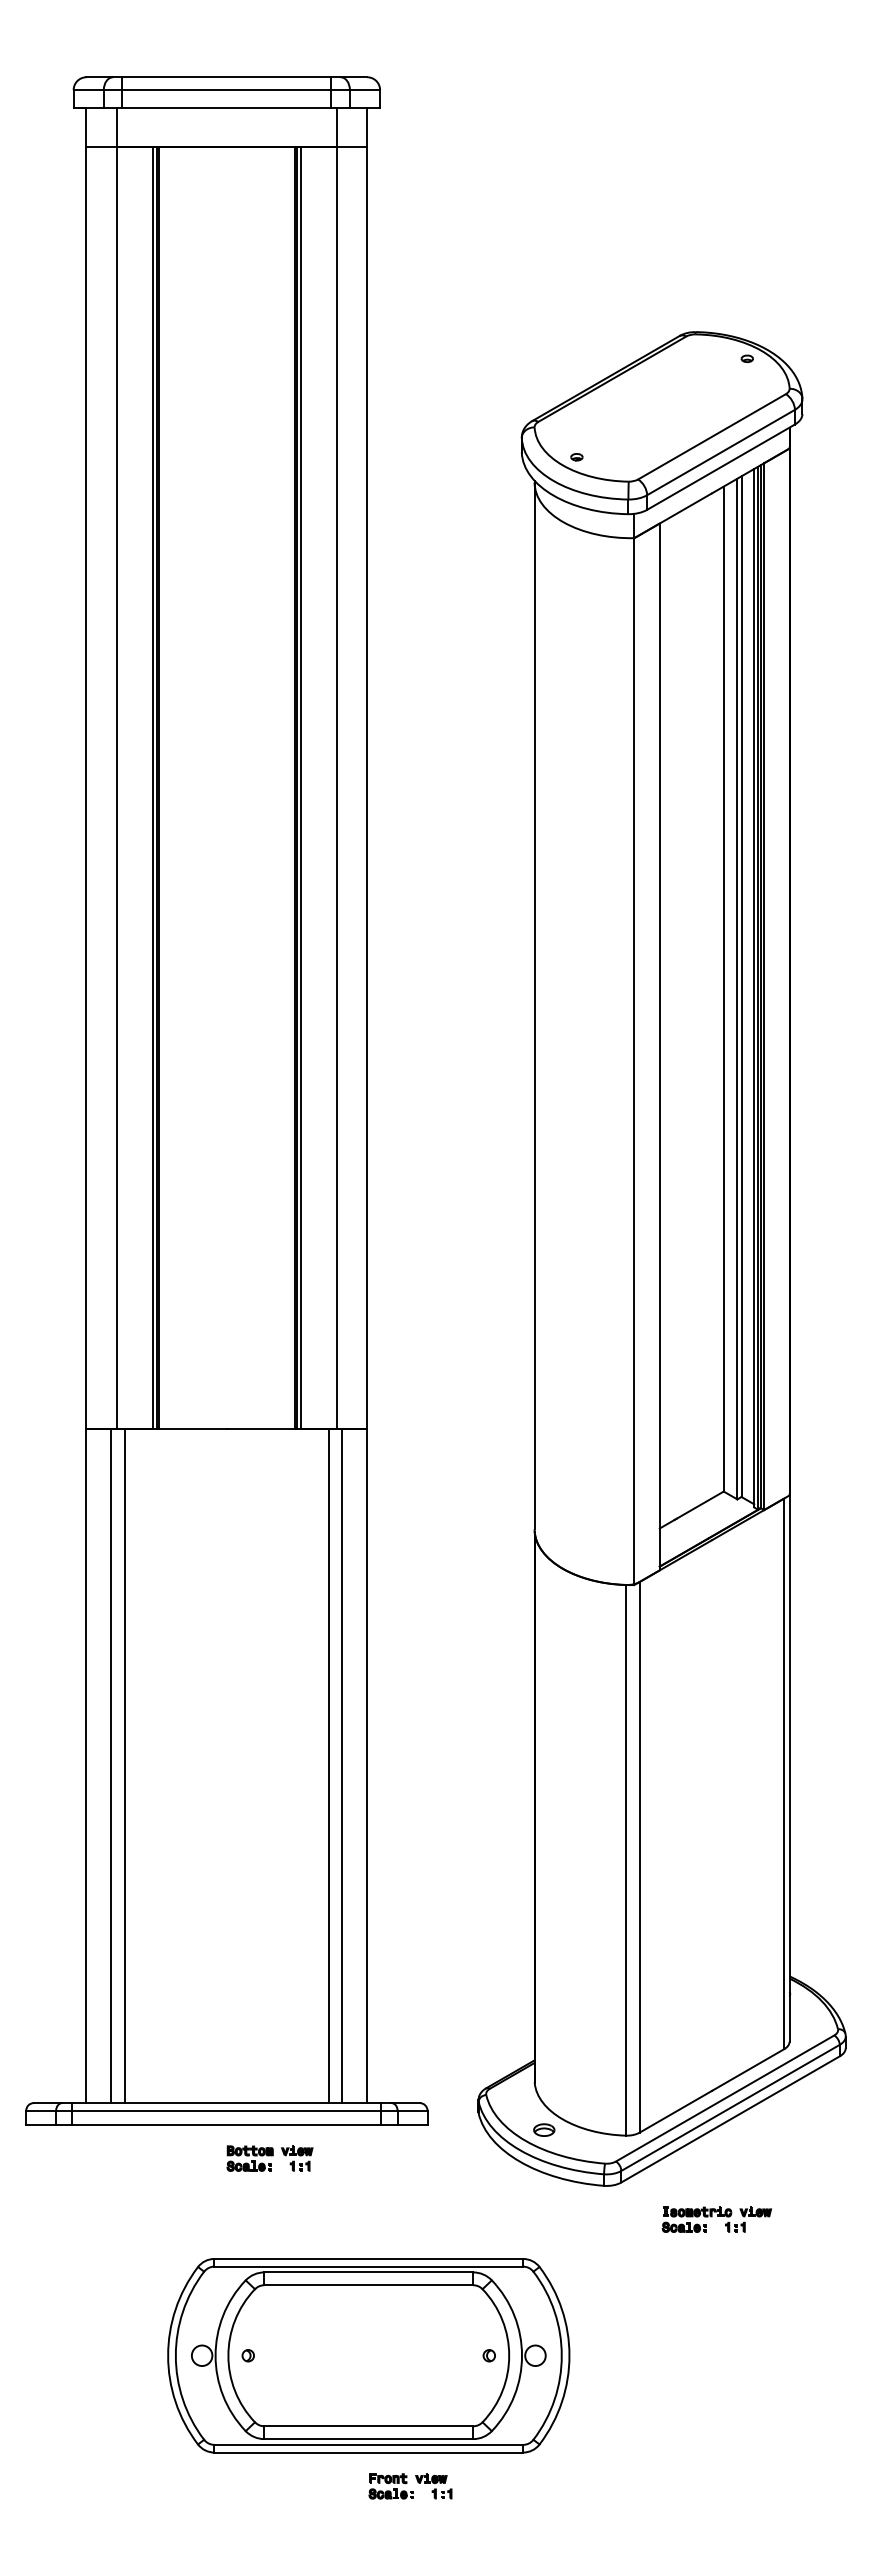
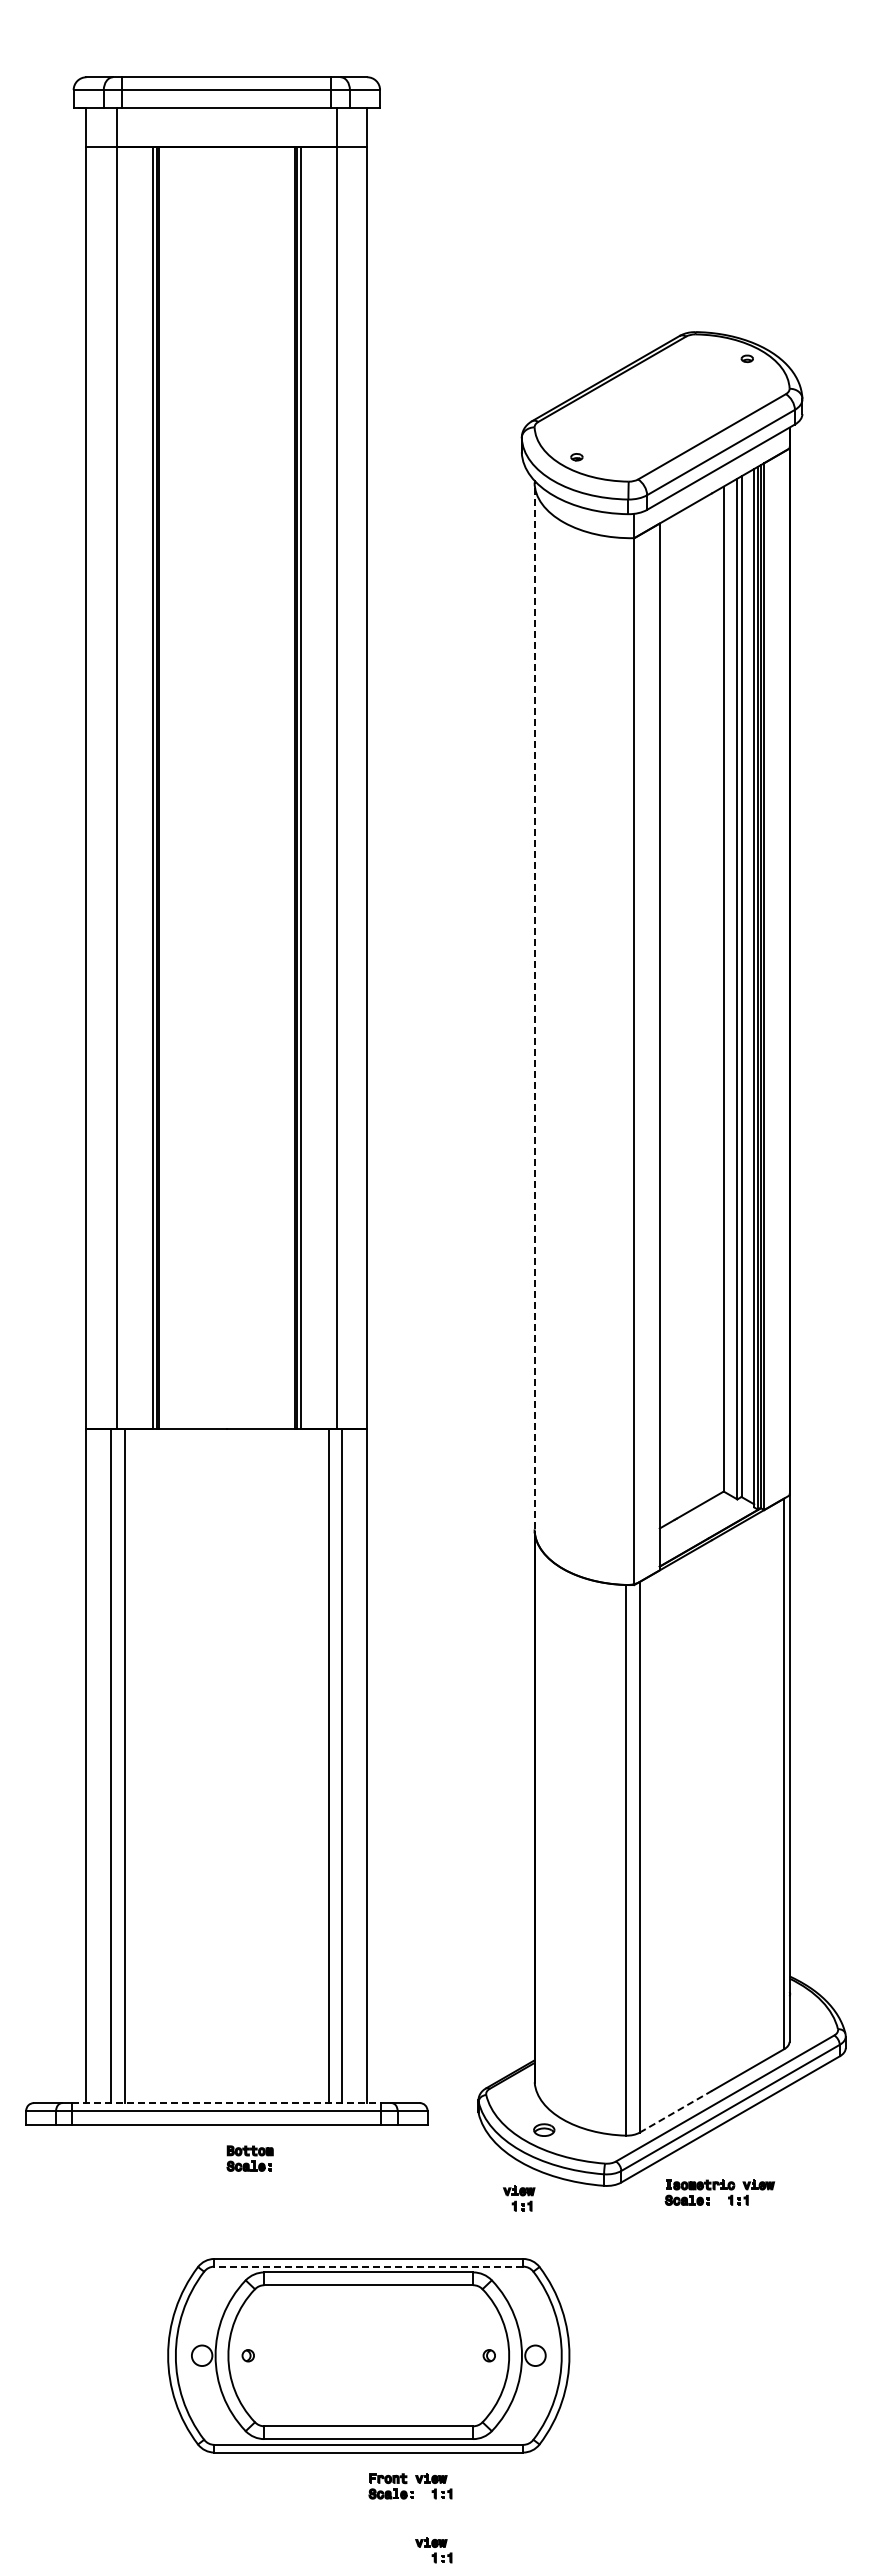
line at (534, 1005): solid -> dashed
line at (227, 2103): solid -> dashed
line at (675, 2111): solid -> dashed
part at (297, 2158) position: (297, 2158) -> (519, 2198)
part at (716, 2219) position: (716, 2219) -> (719, 2192)
line at (368, 2266): solid -> dashed
part at (433, 2550): none -> present
